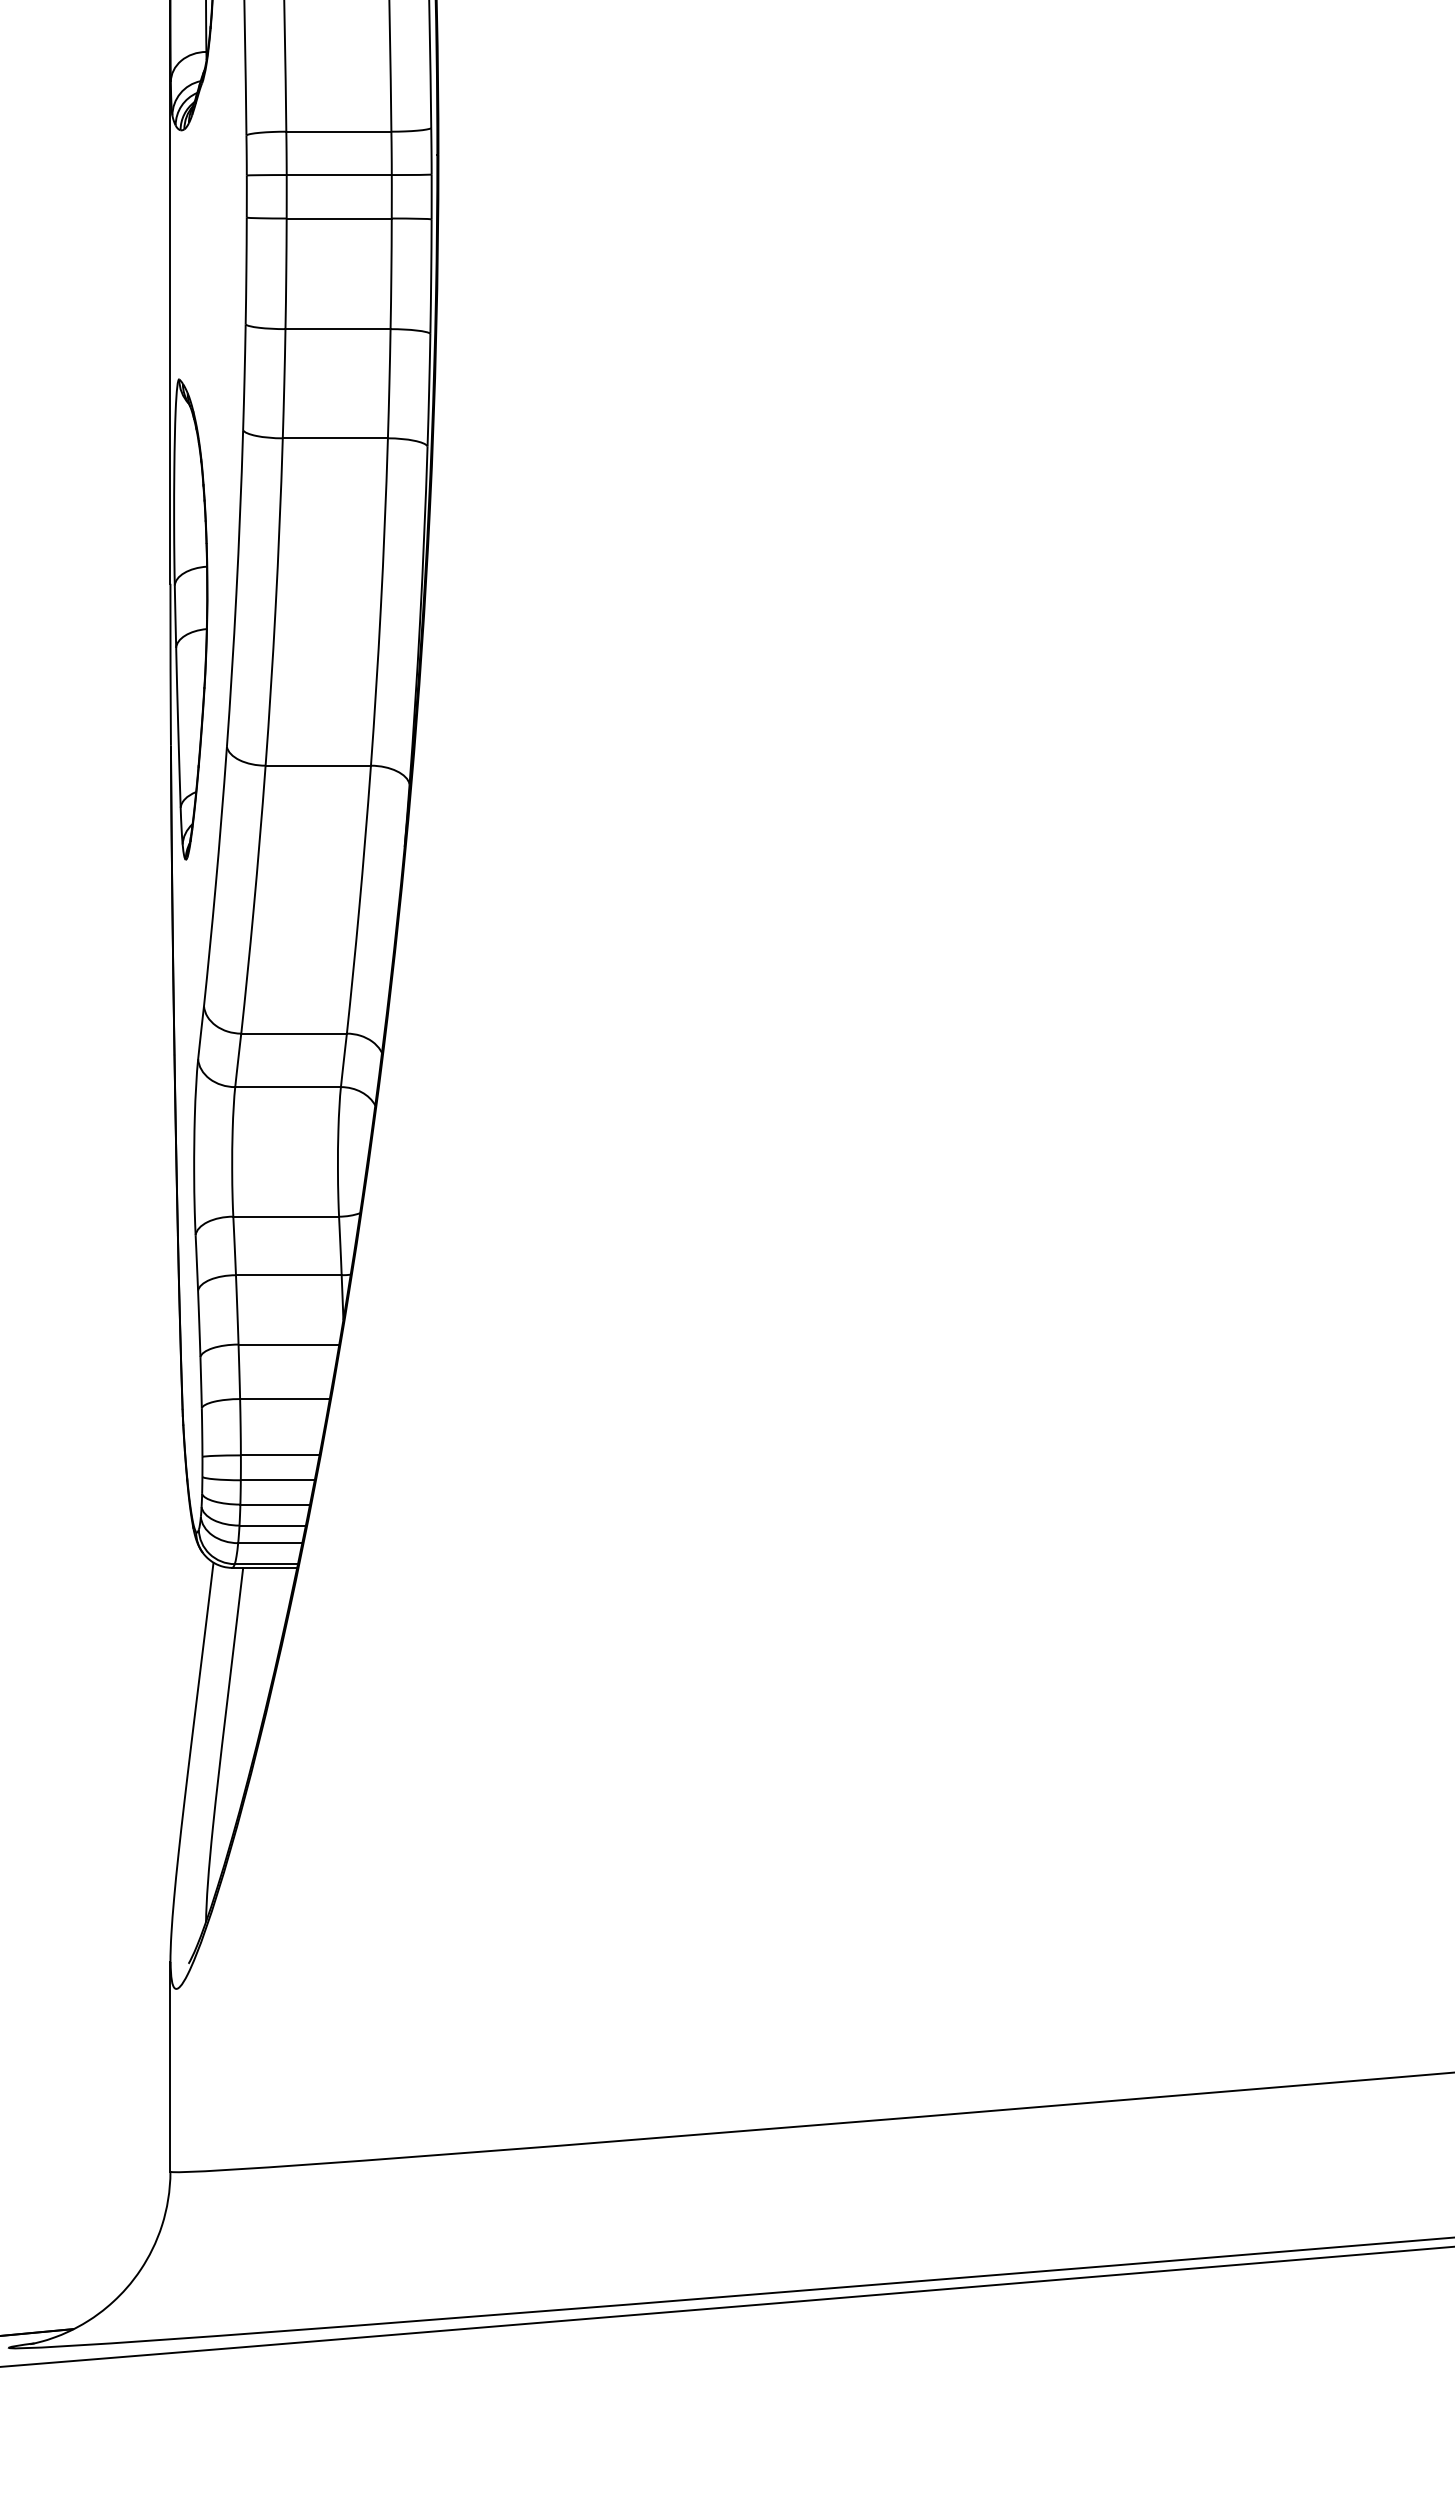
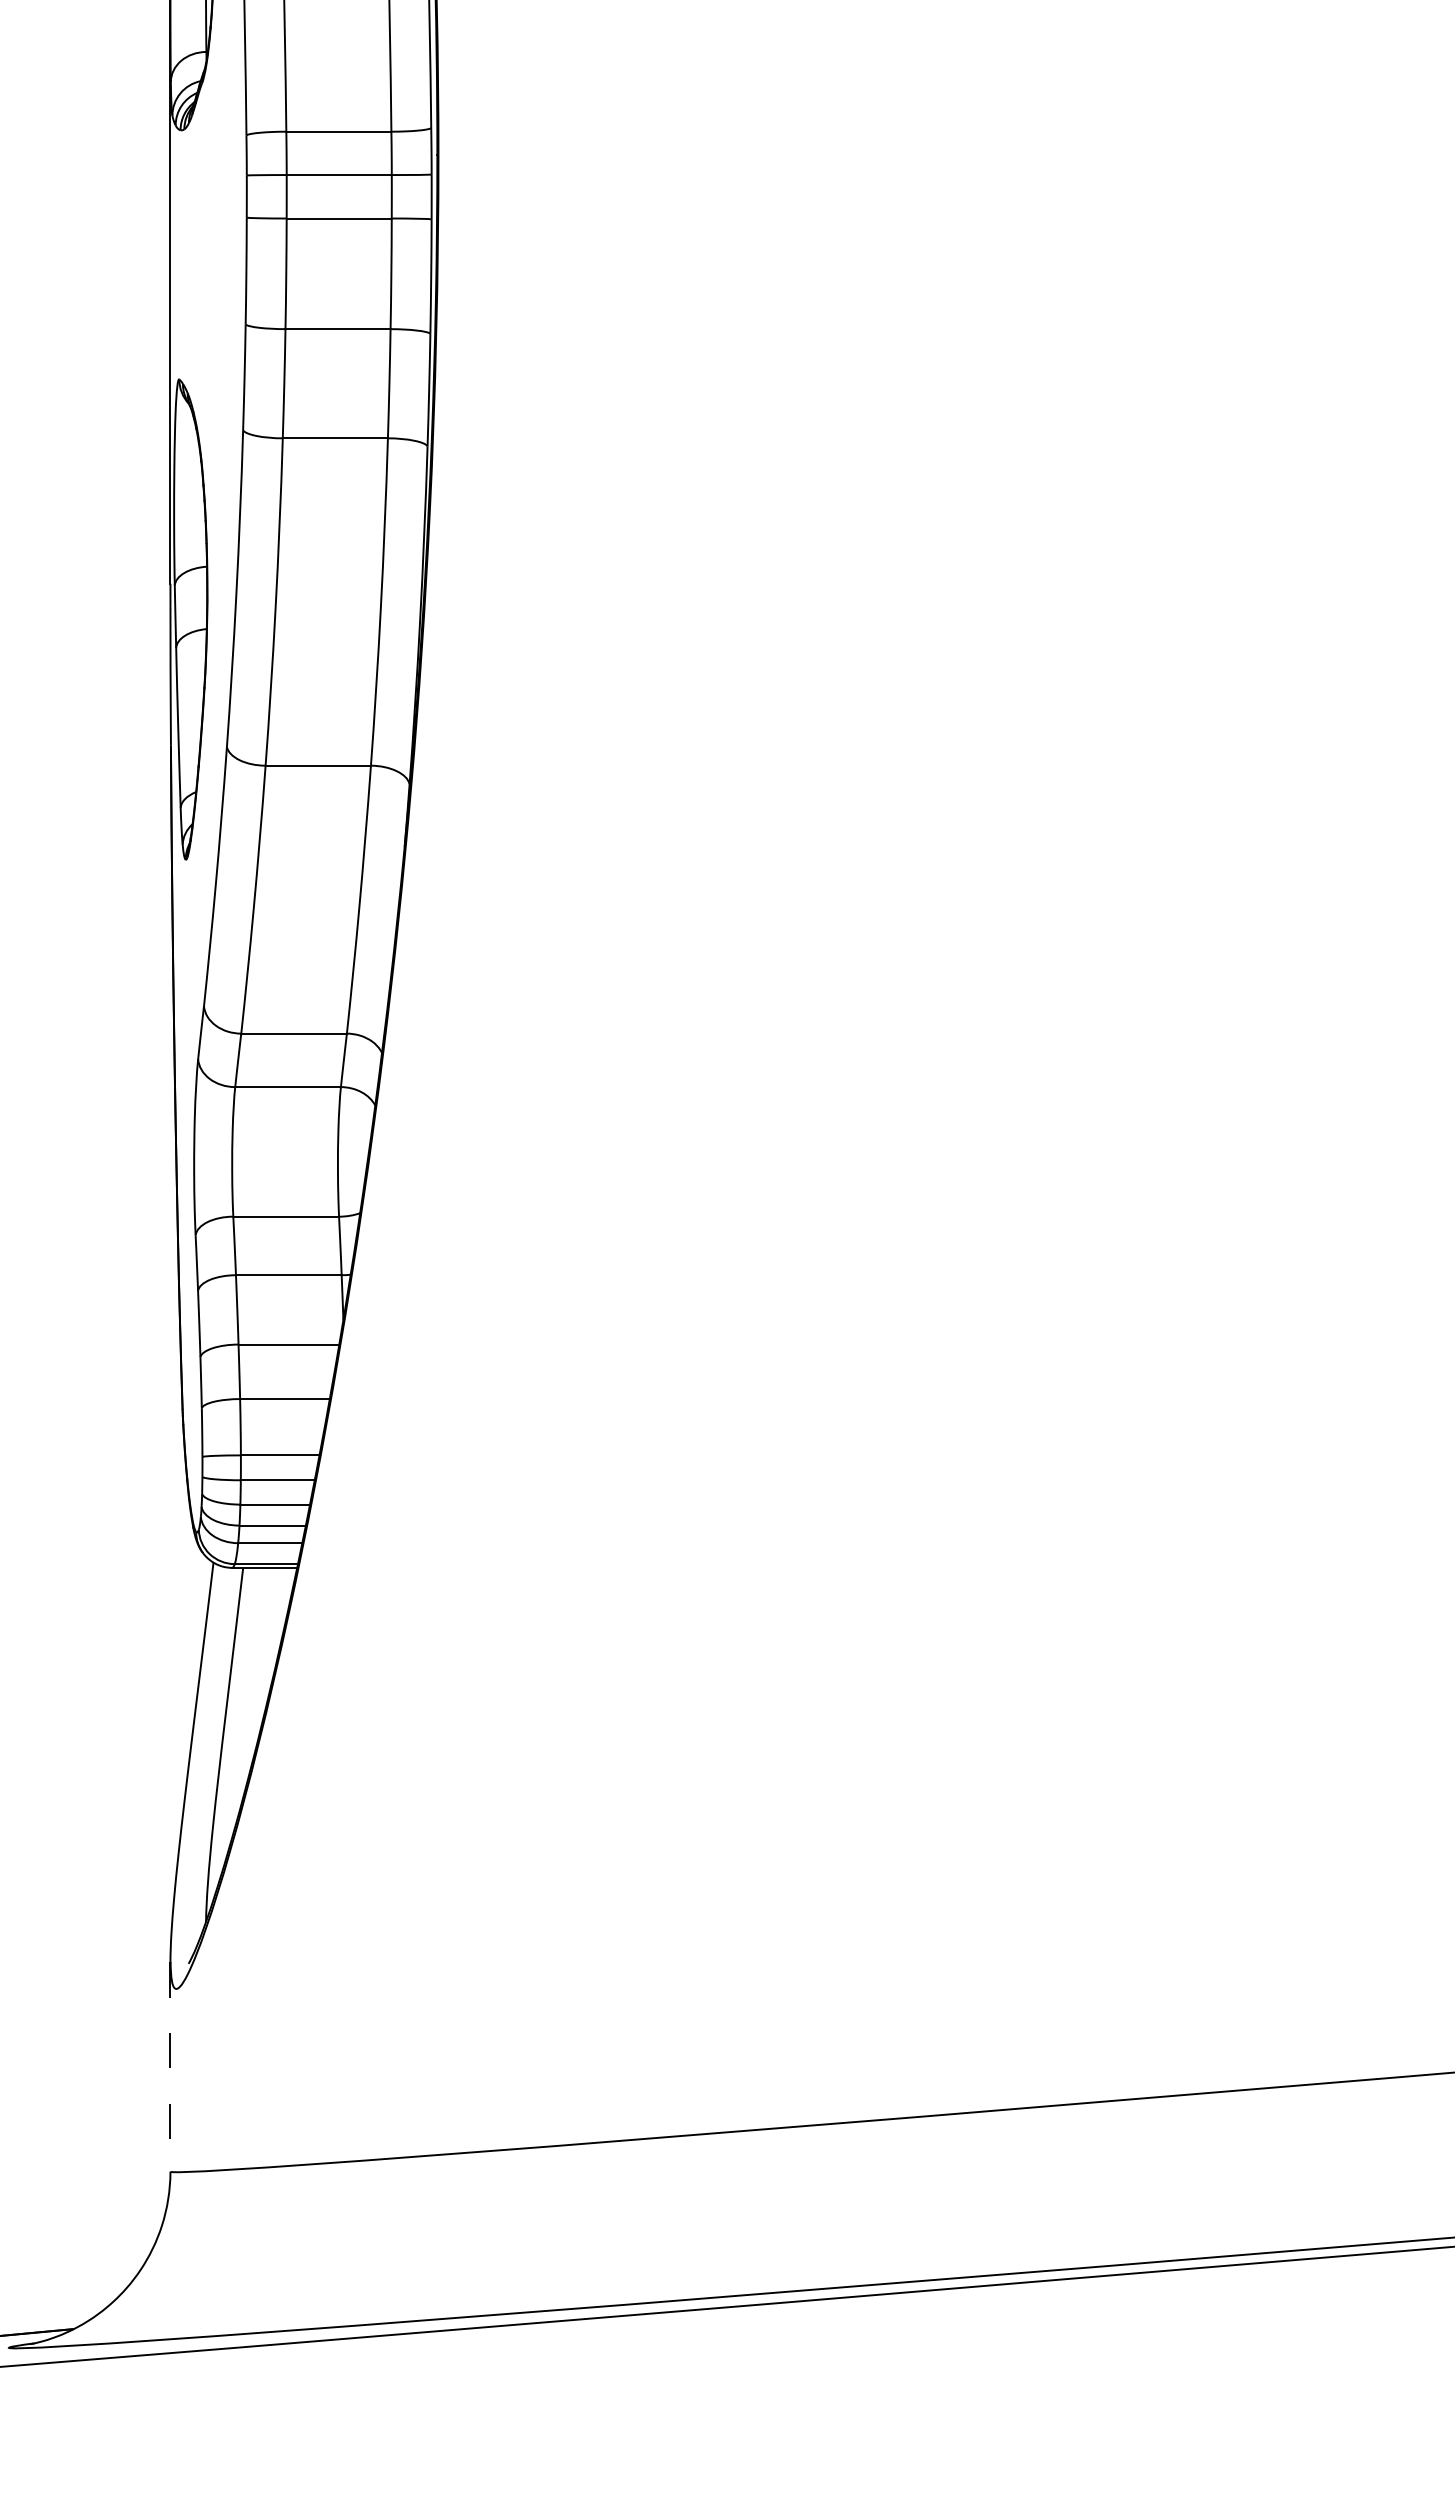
line at (170, 2066): solid -> dashed
